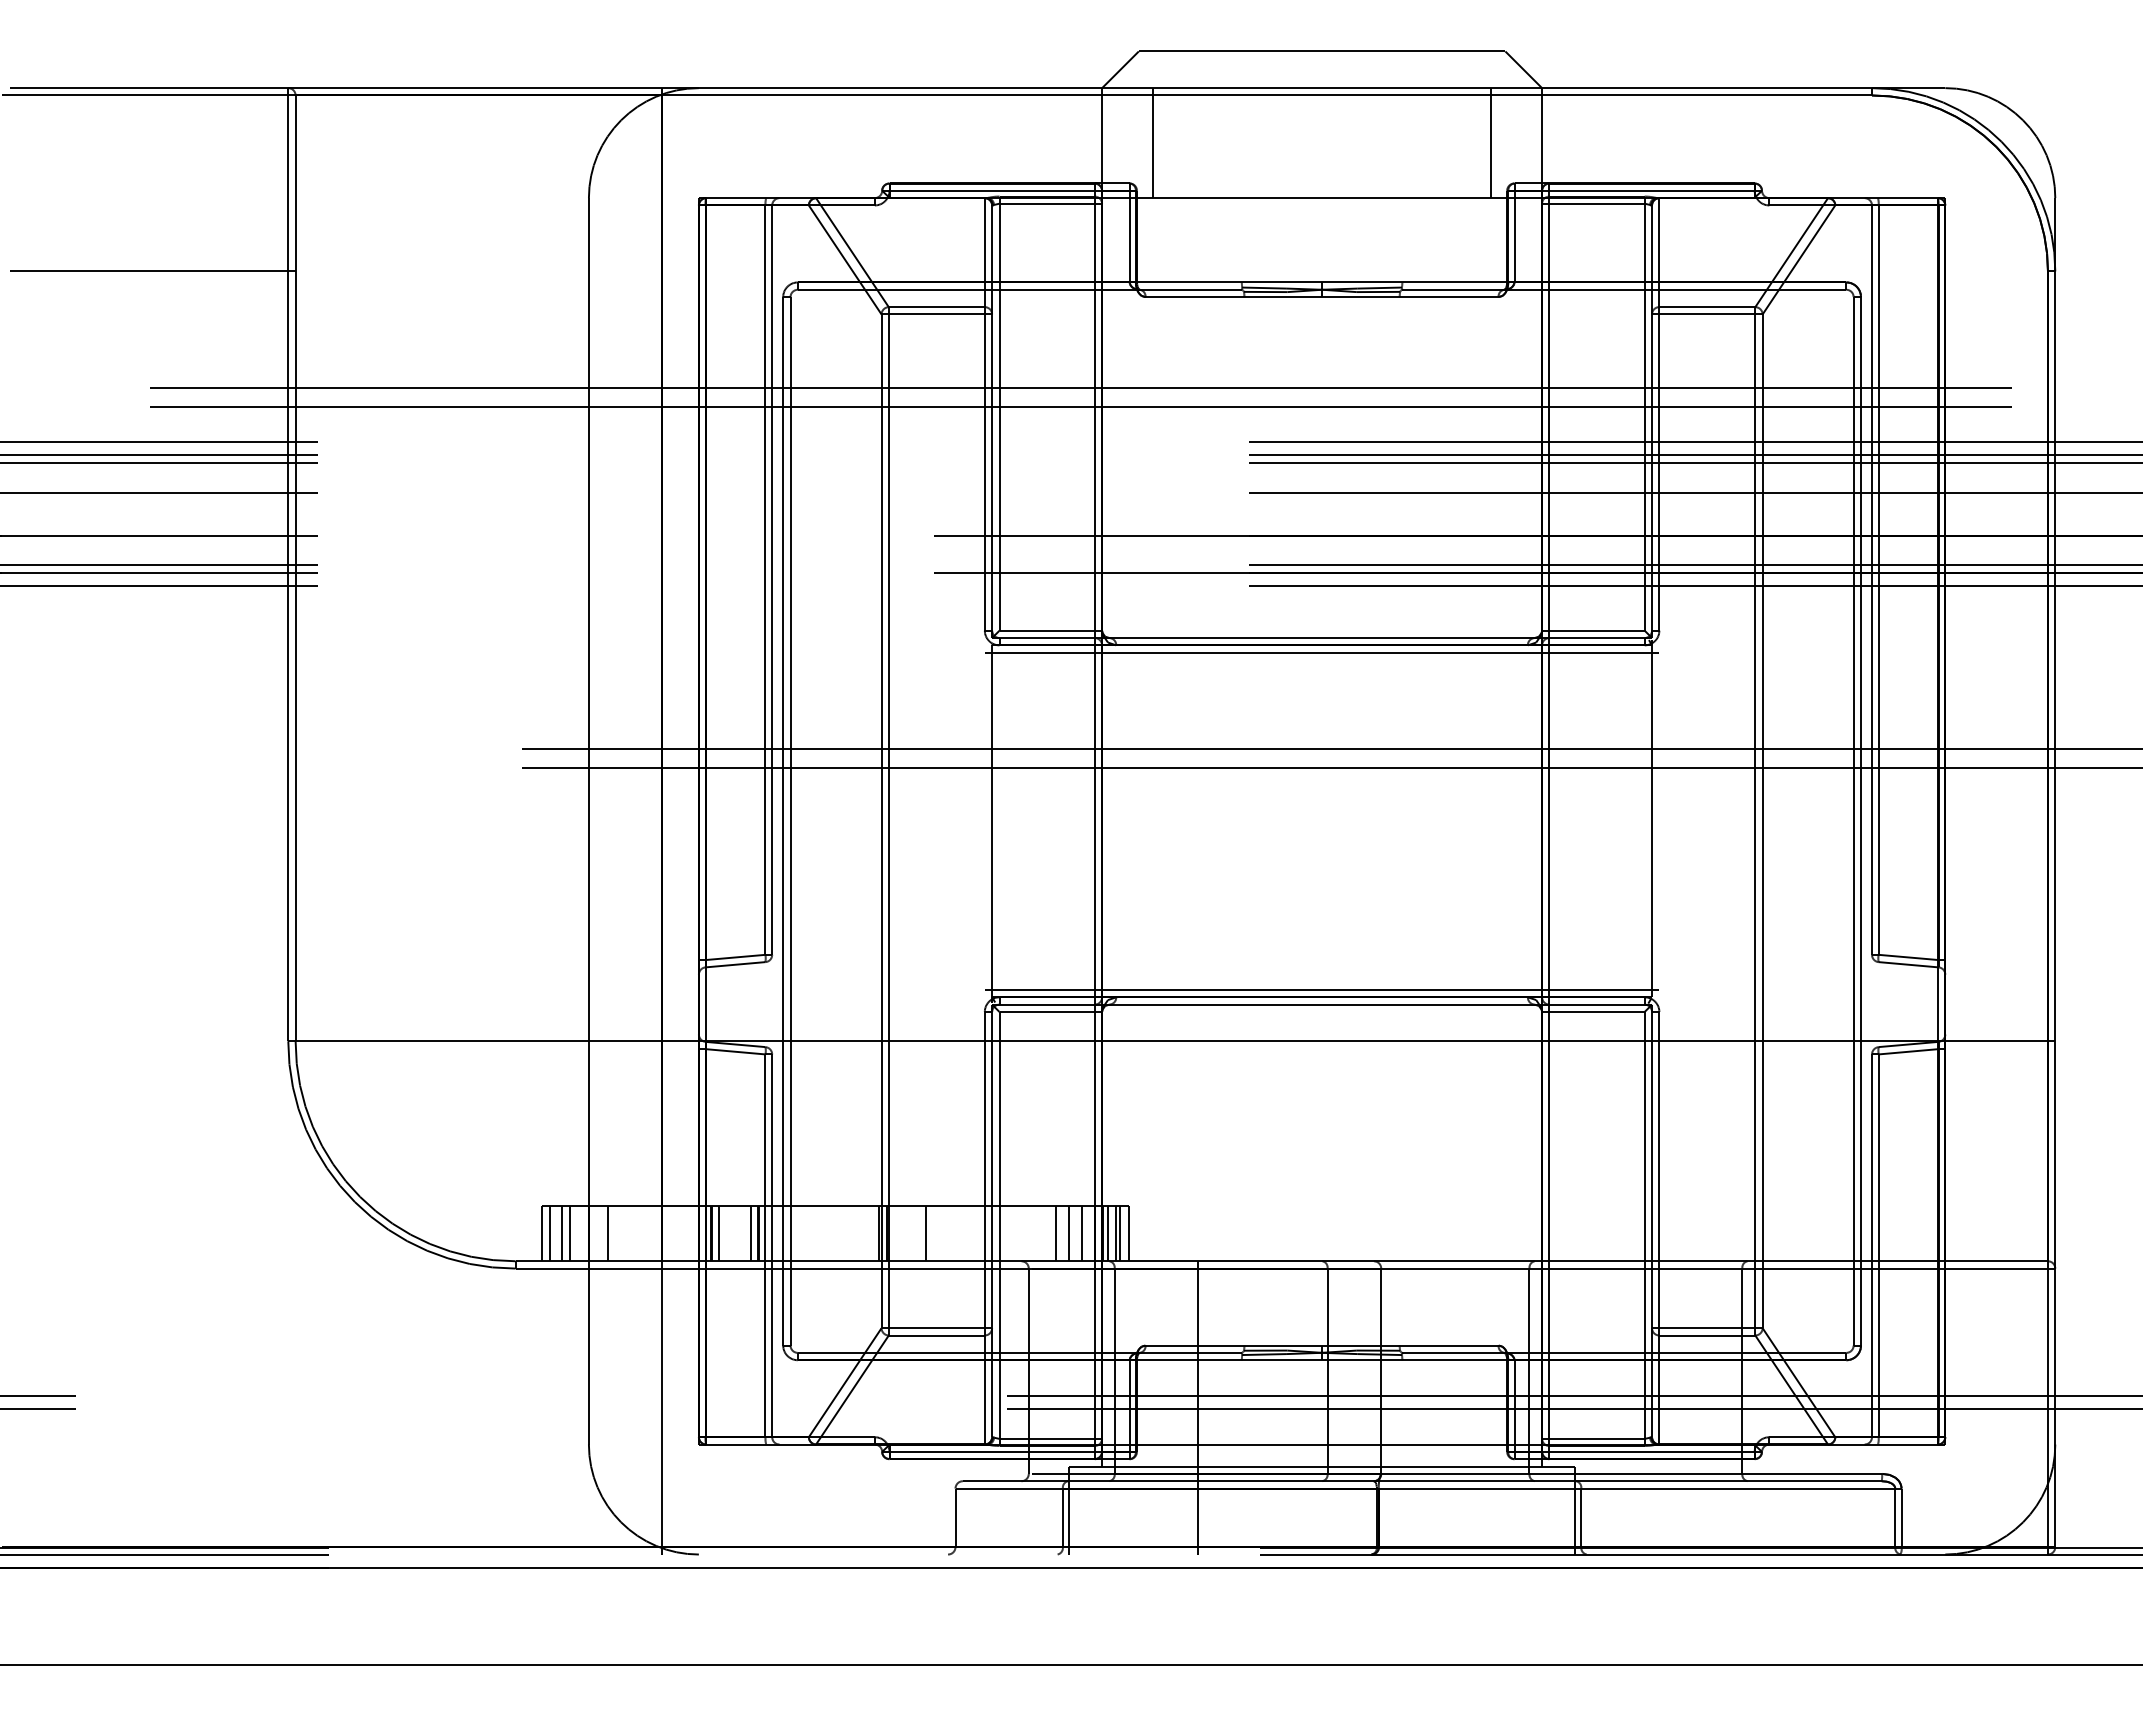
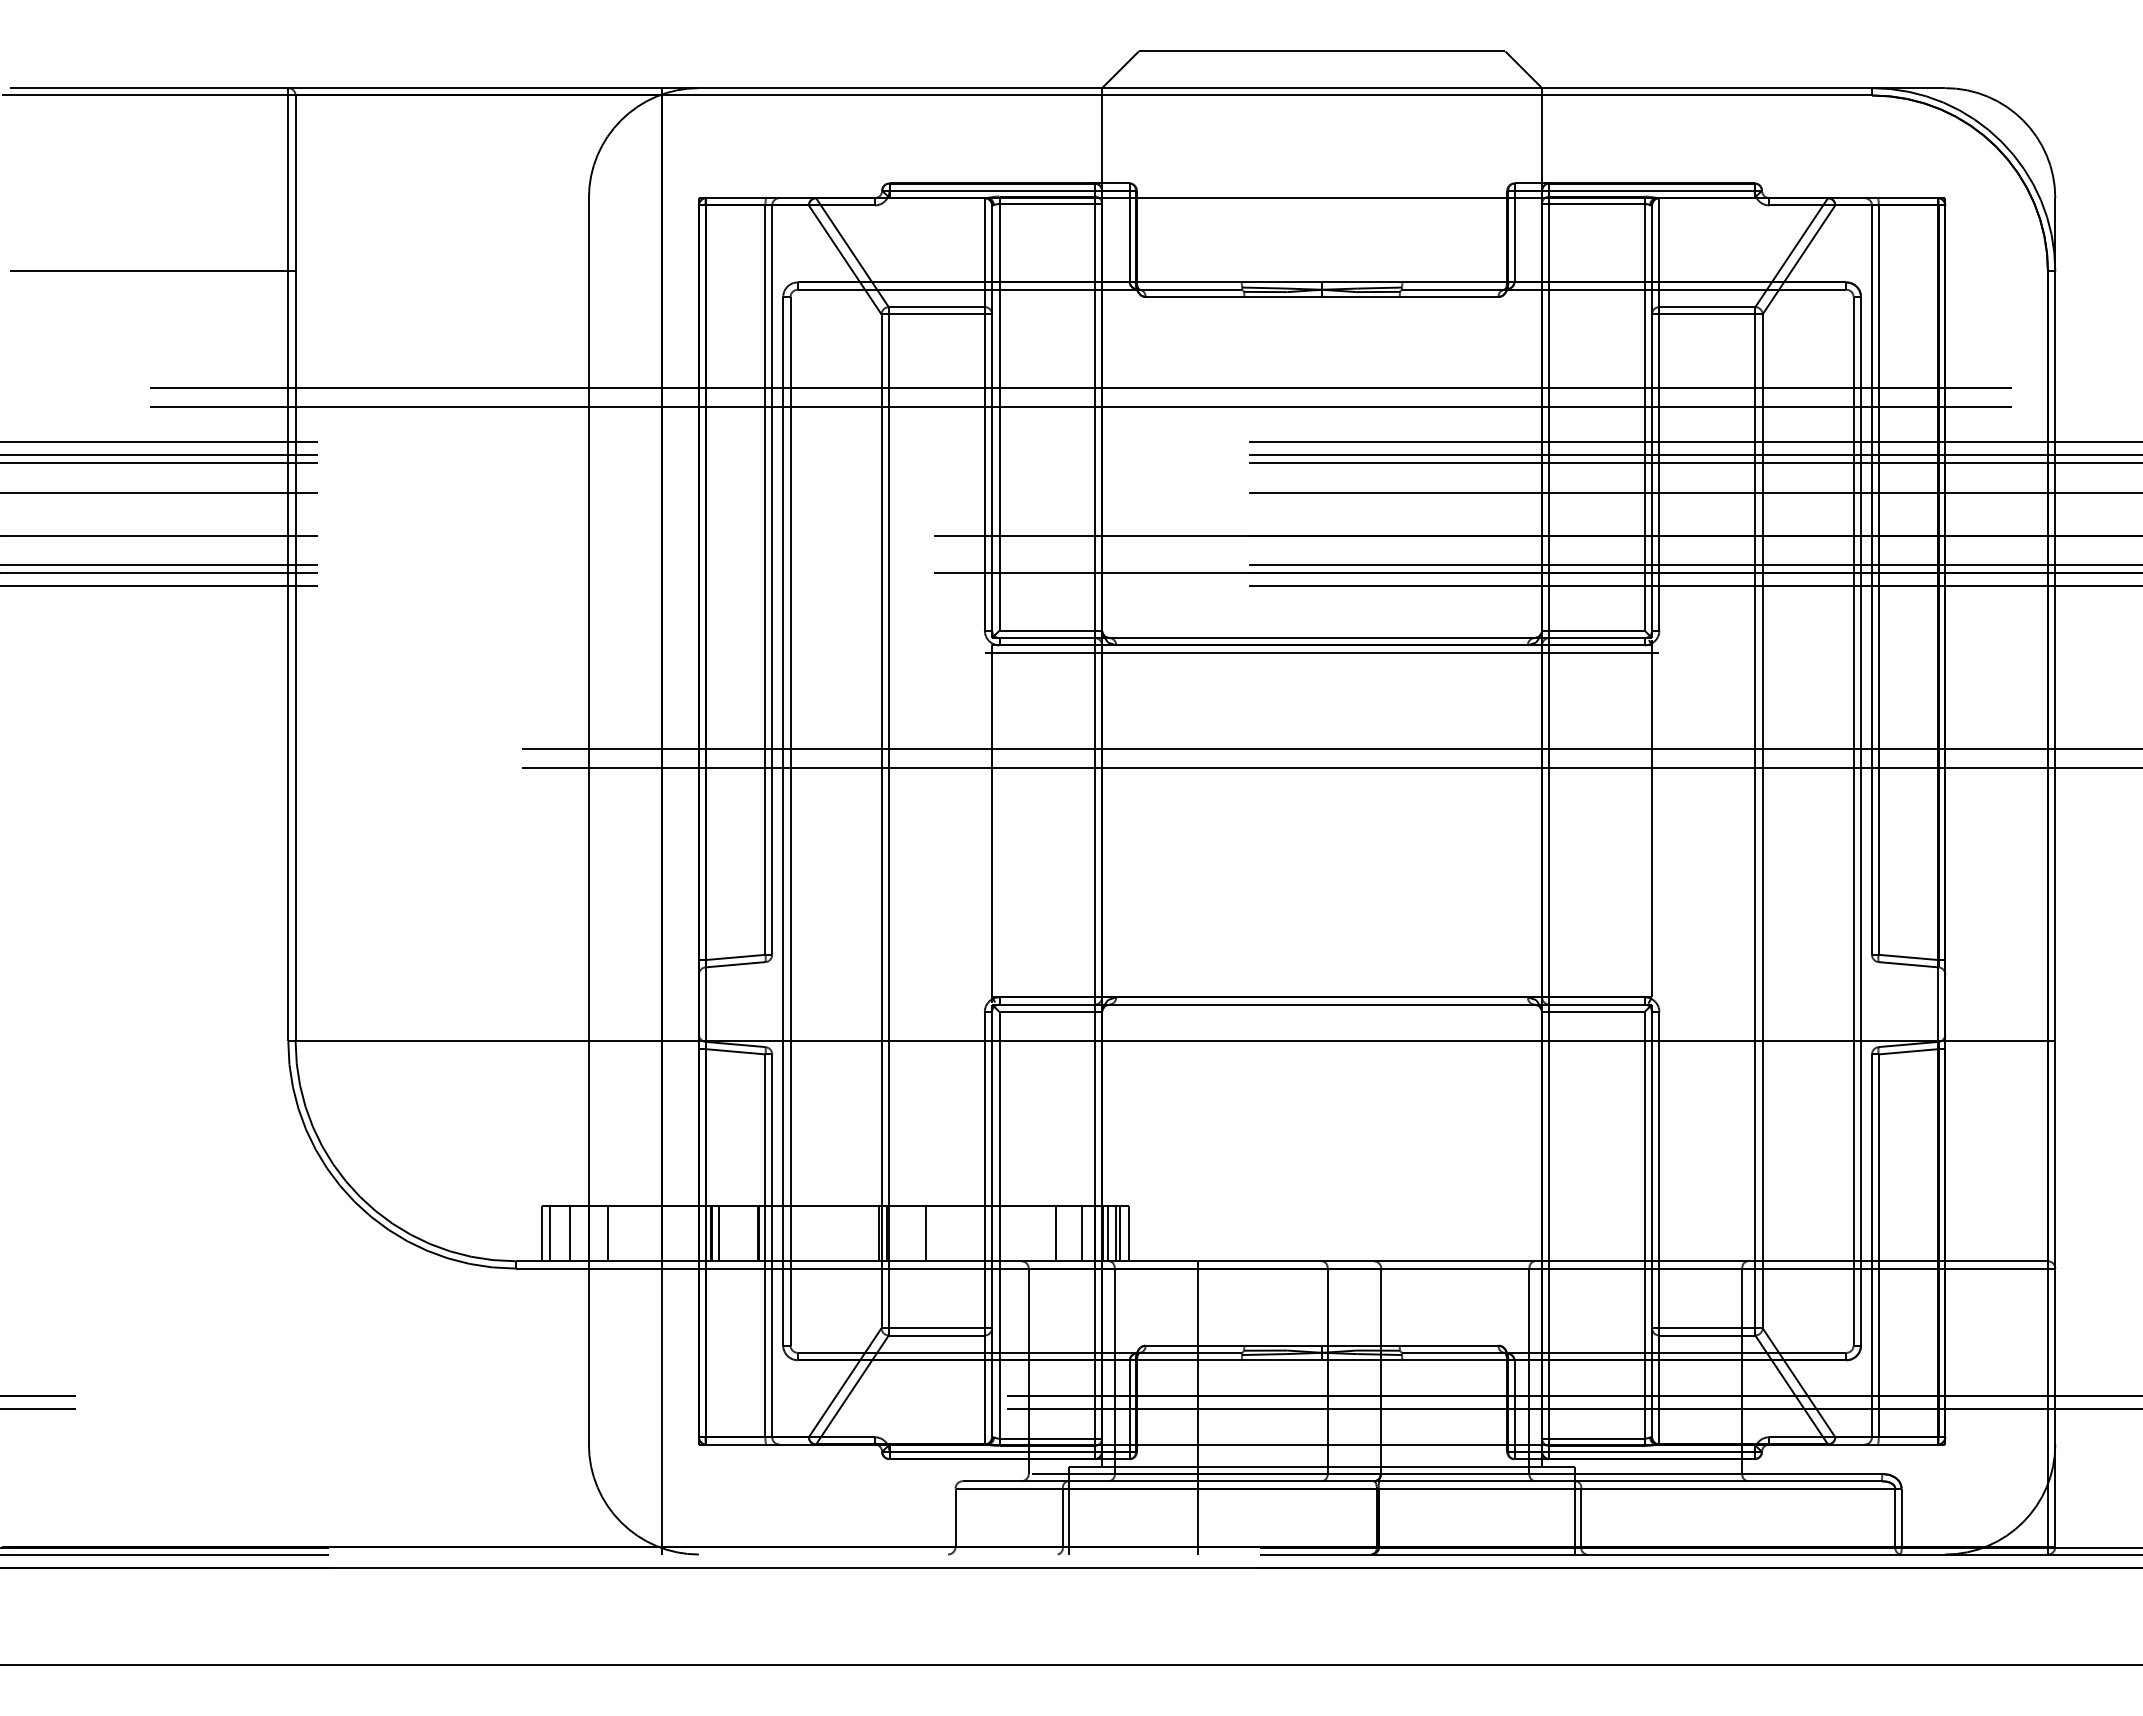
line at (1153, 143): present -> none
line at (1490, 143): present -> none
line at (1321, 989): present -> none
line at (561, 1233): present -> none
line at (751, 1233): present -> none
line at (1068, 1233): present -> none
